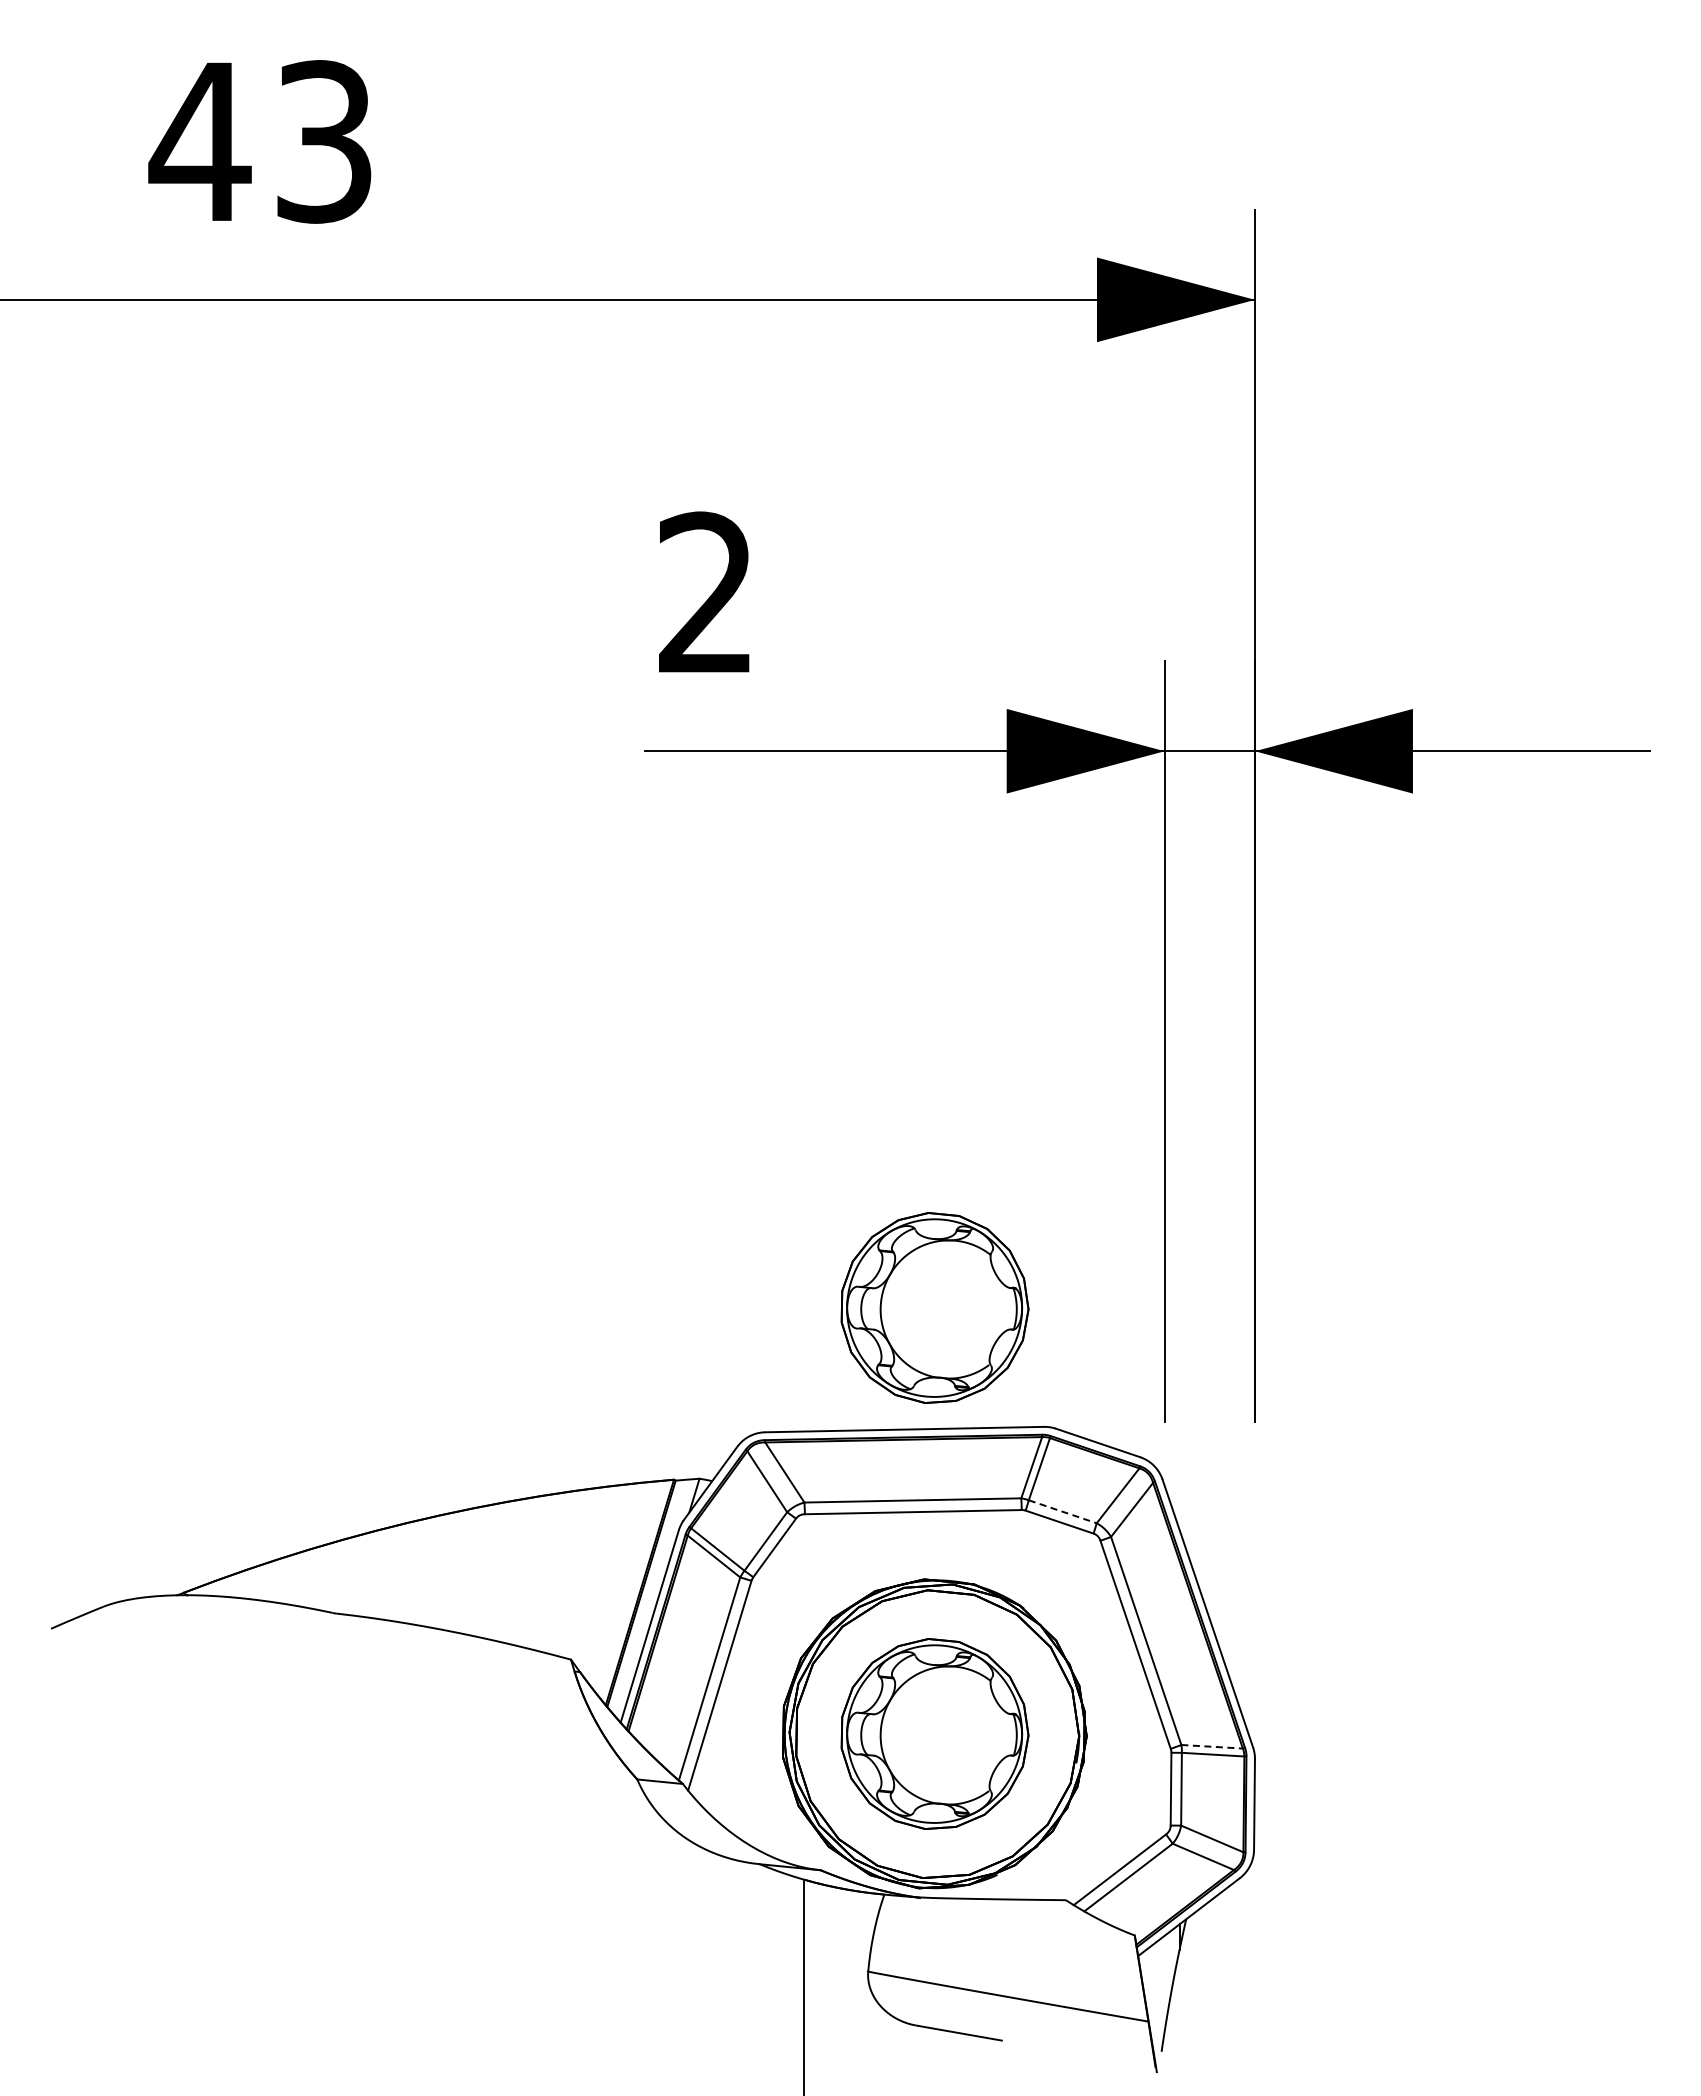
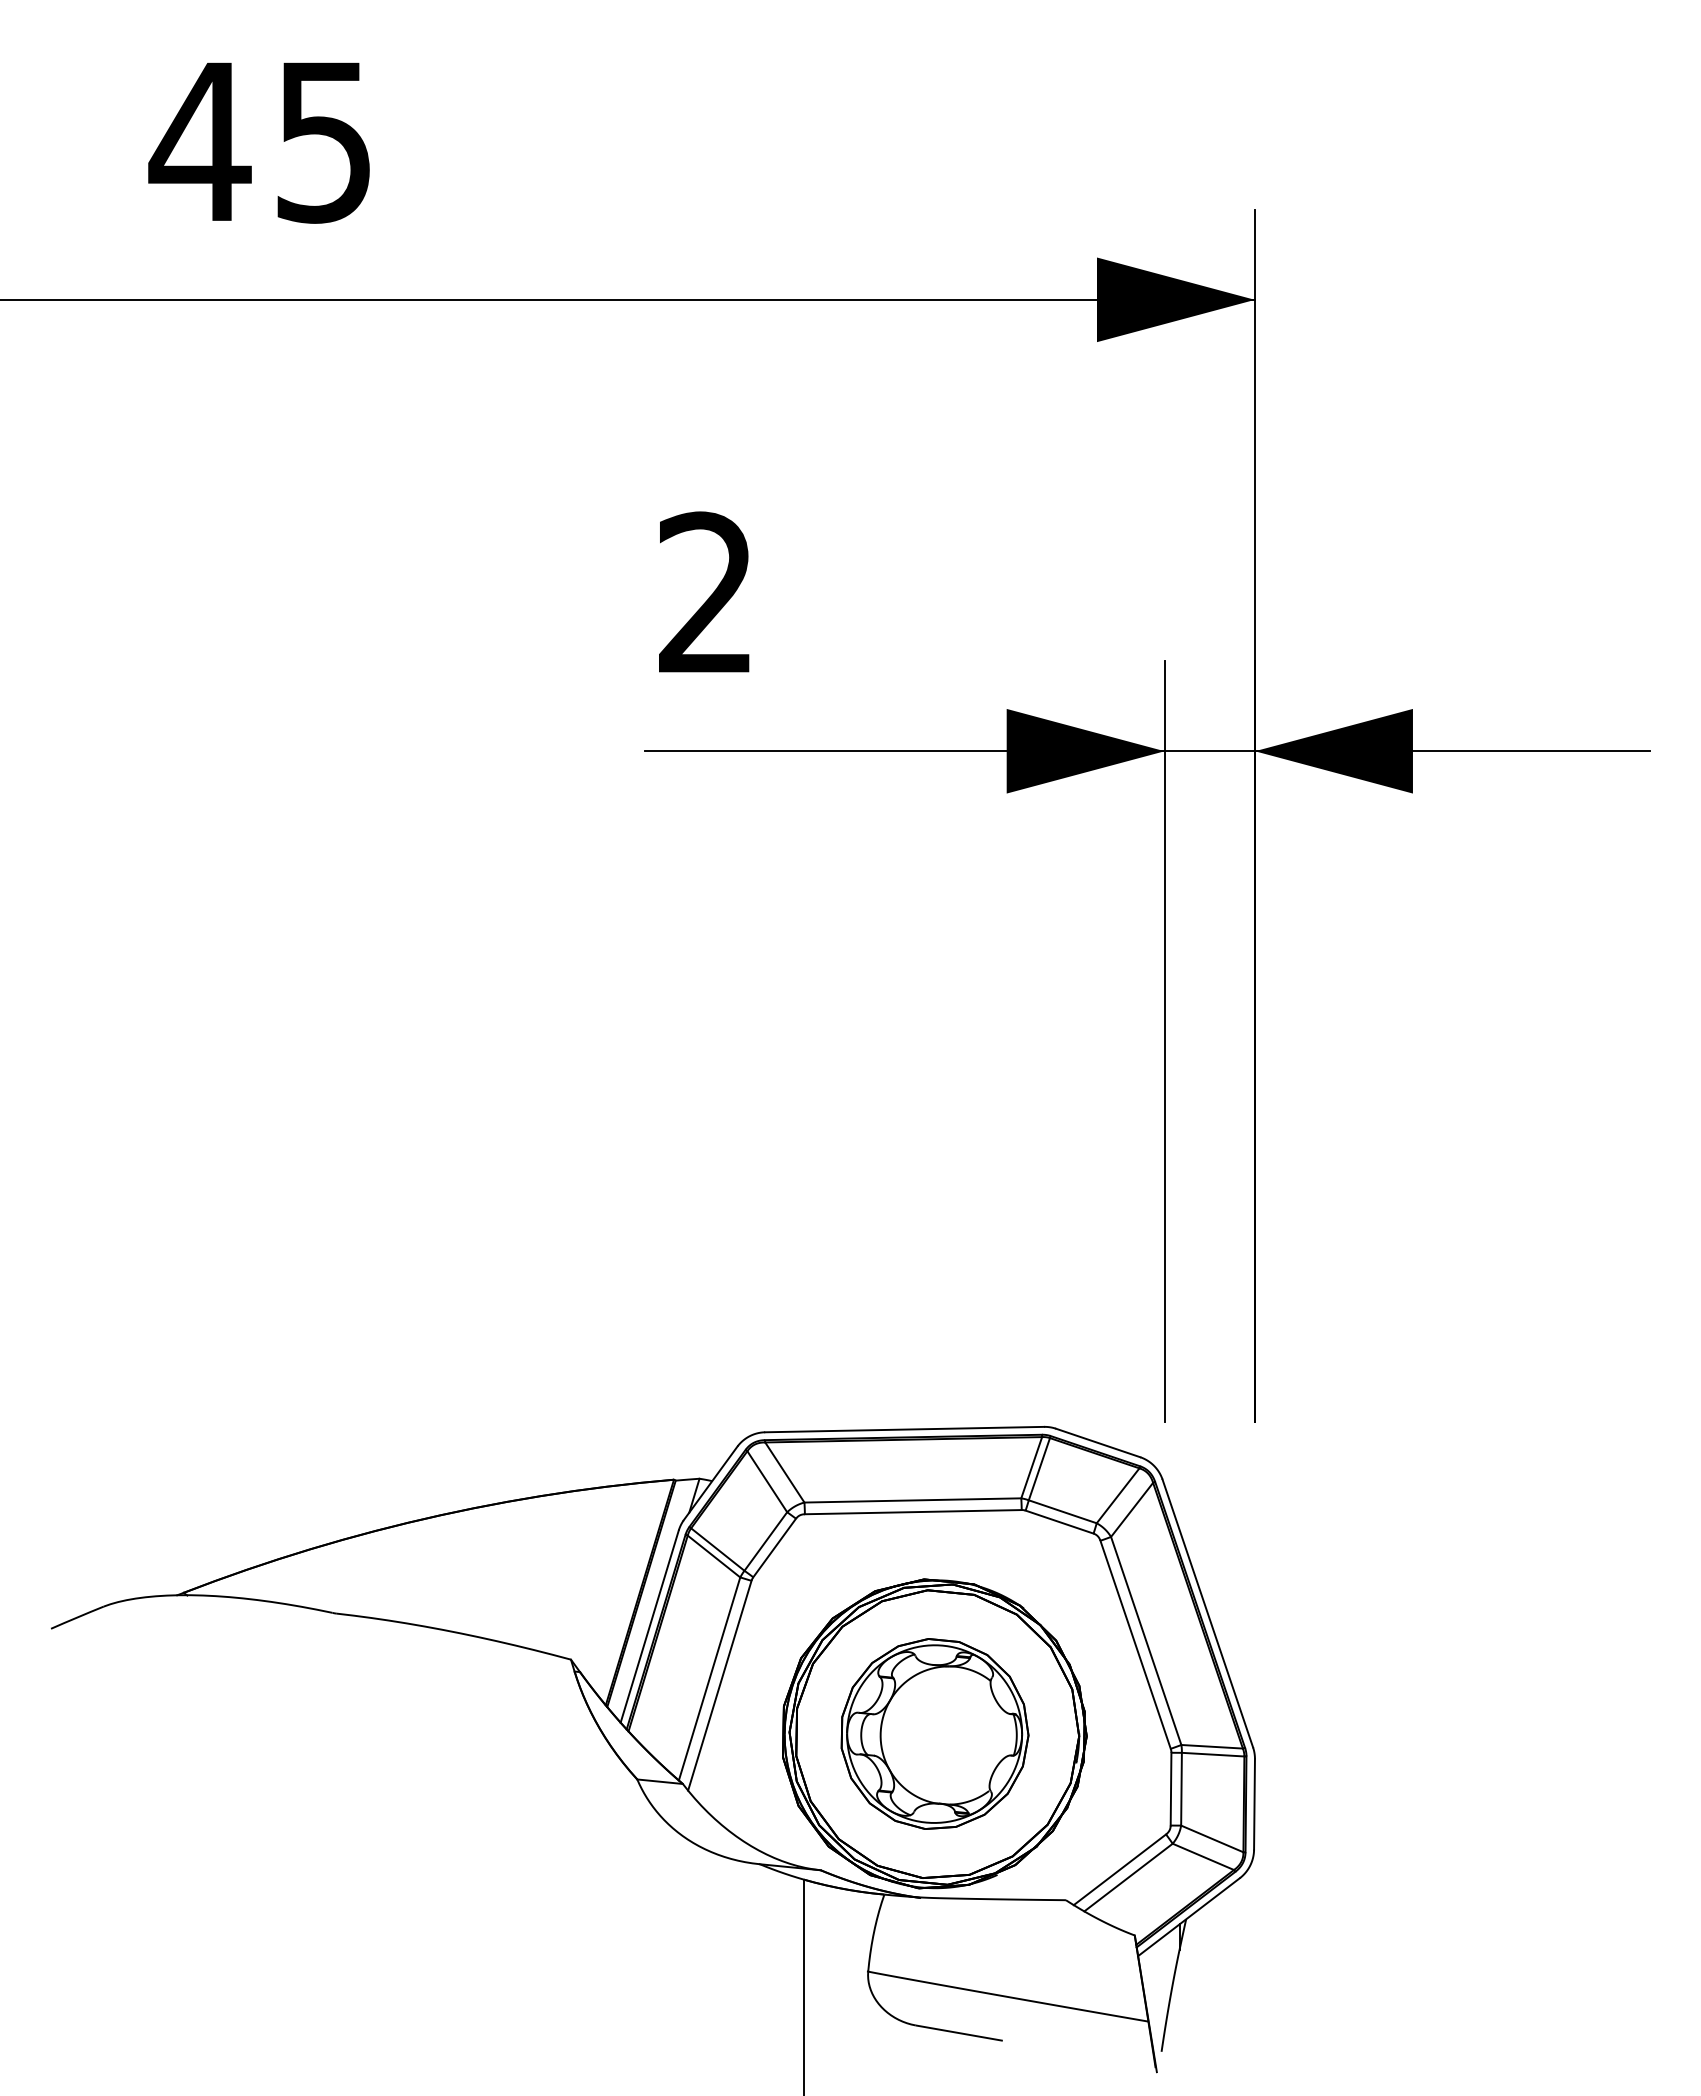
text at (324, 141): 43 -> 45
part at (934, 1307): present -> none
line at (1062, 1511): dashed -> solid
line at (1212, 1746): dashed -> solid
